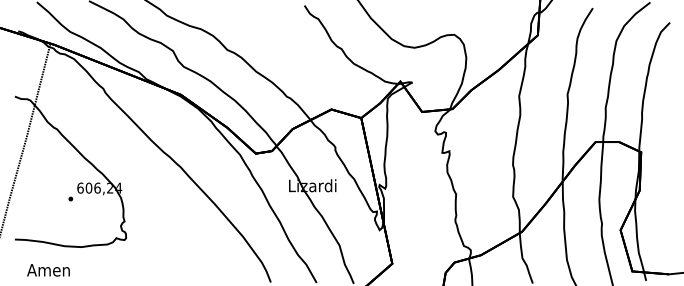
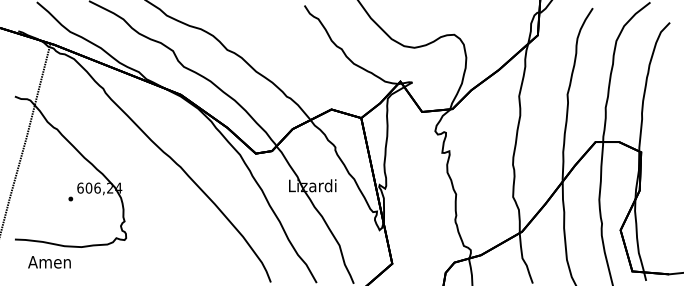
text at (48, 270) position: (48, 270) -> (49, 262)
